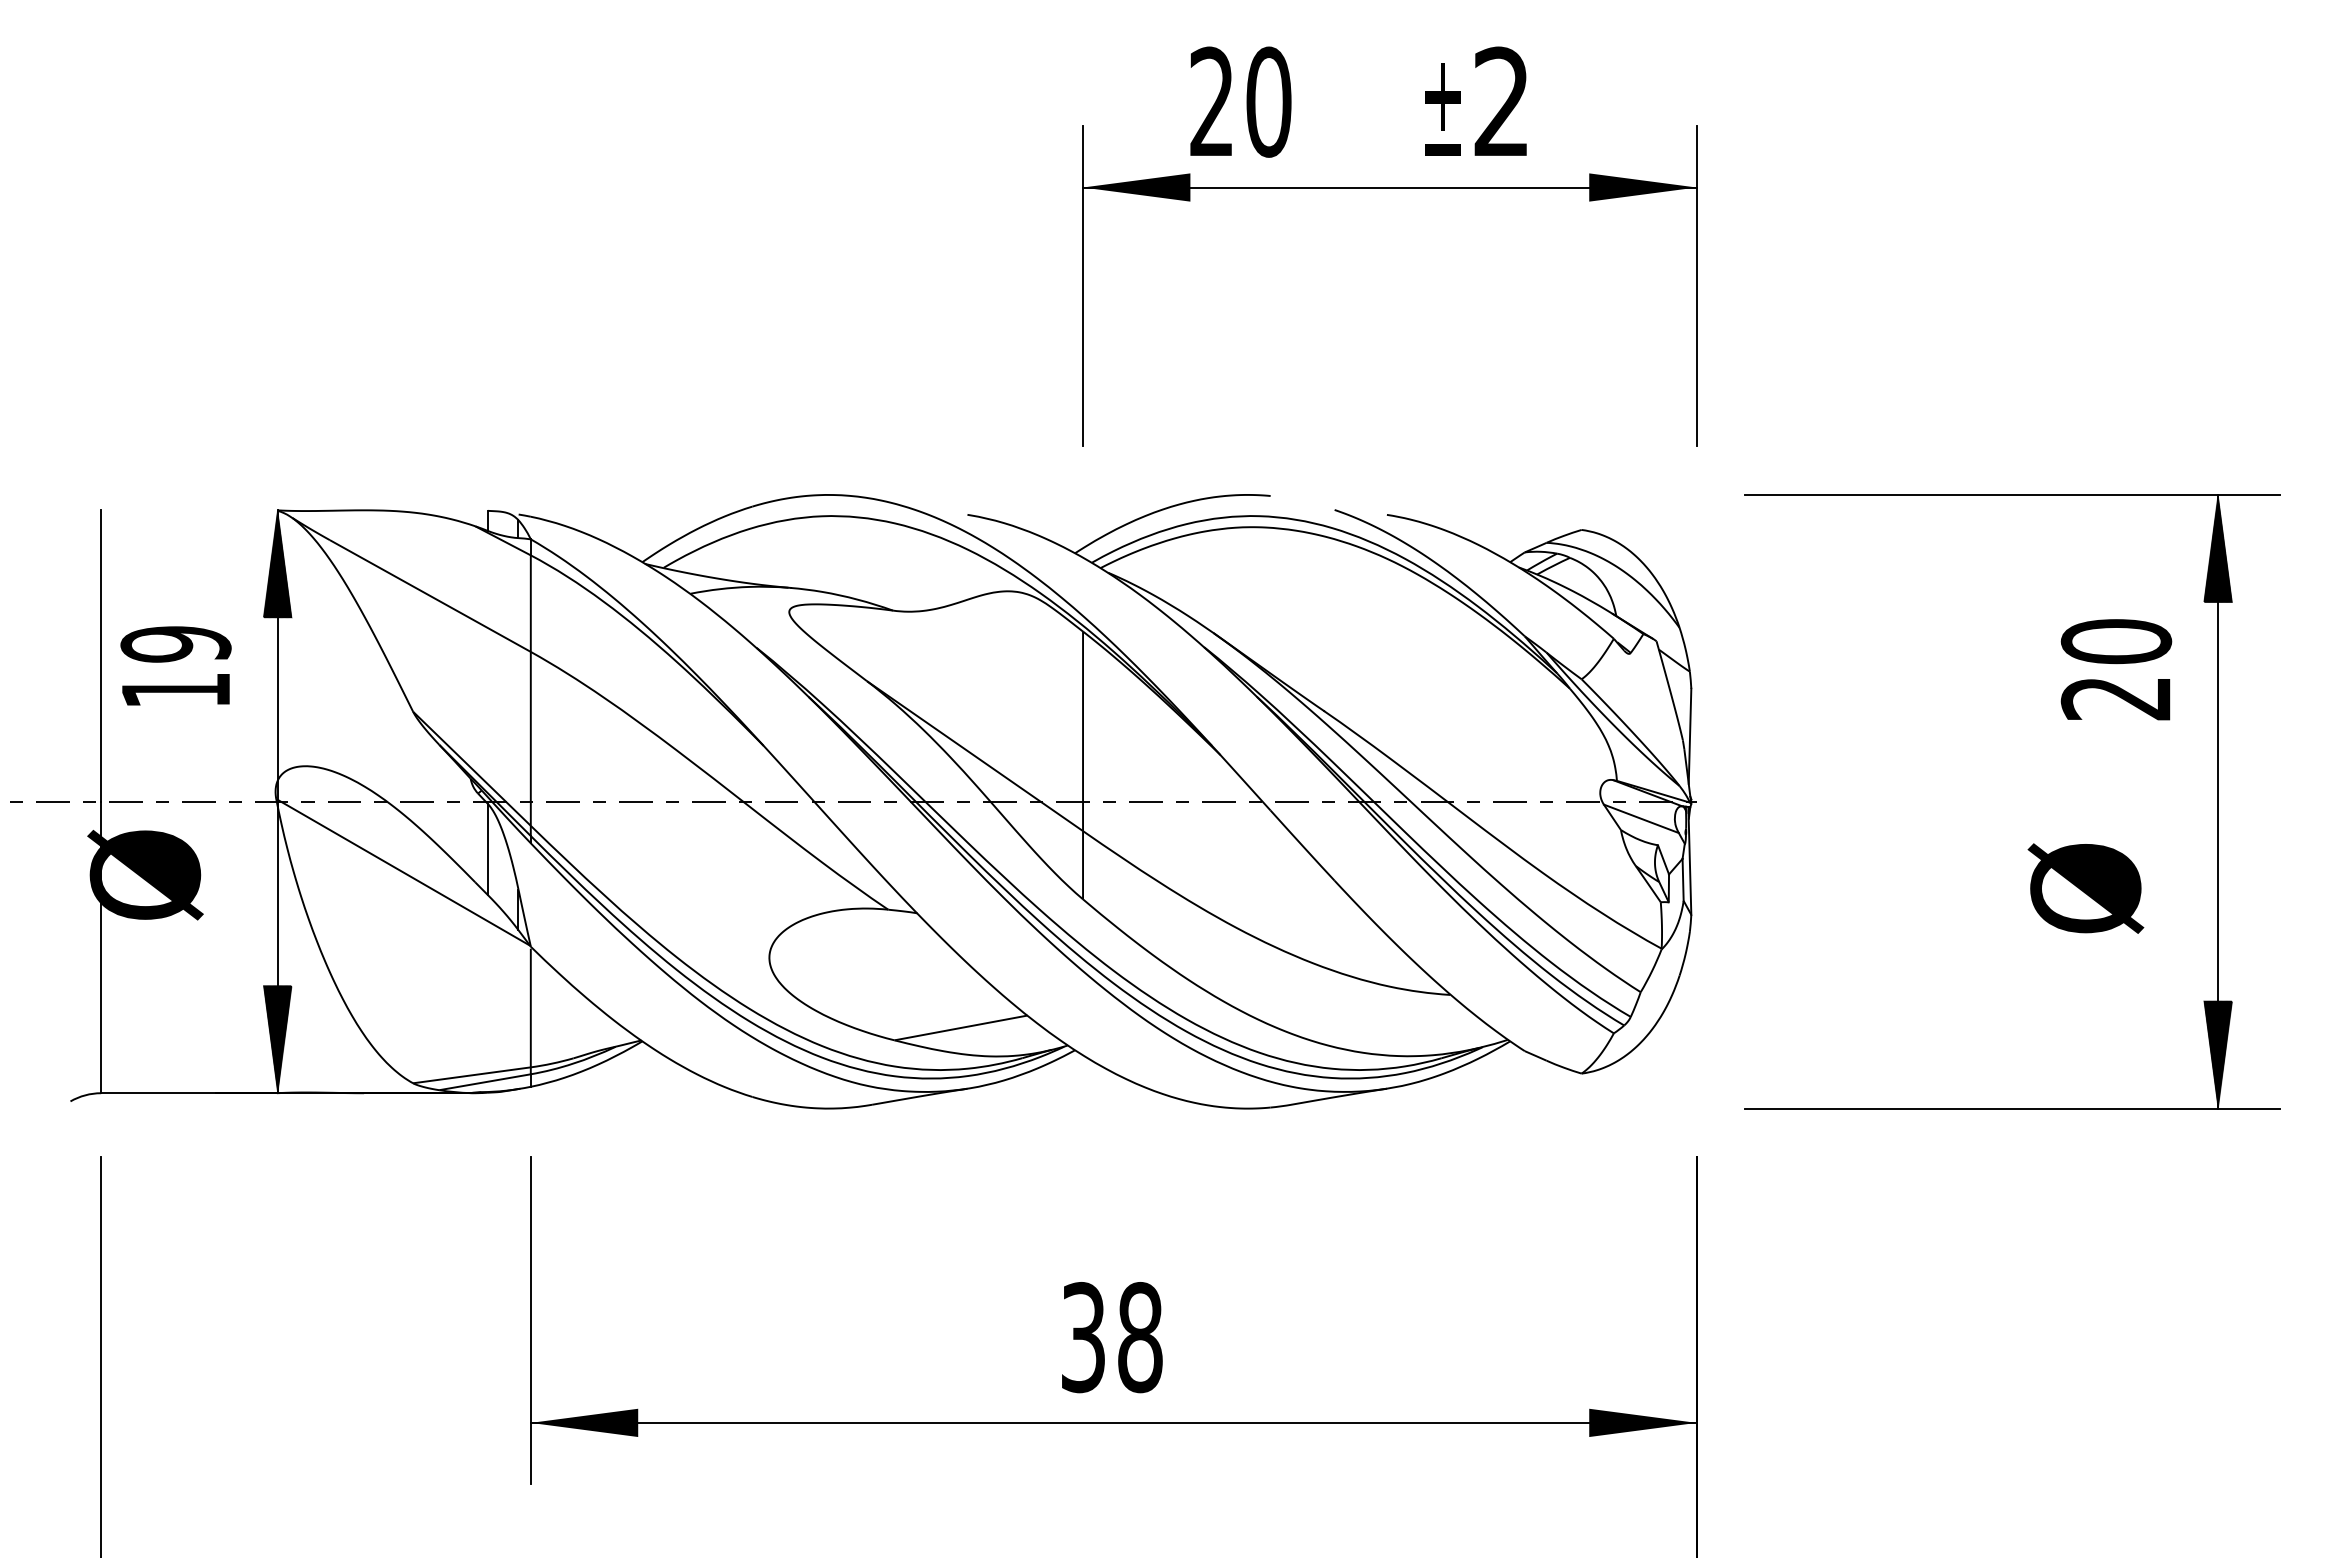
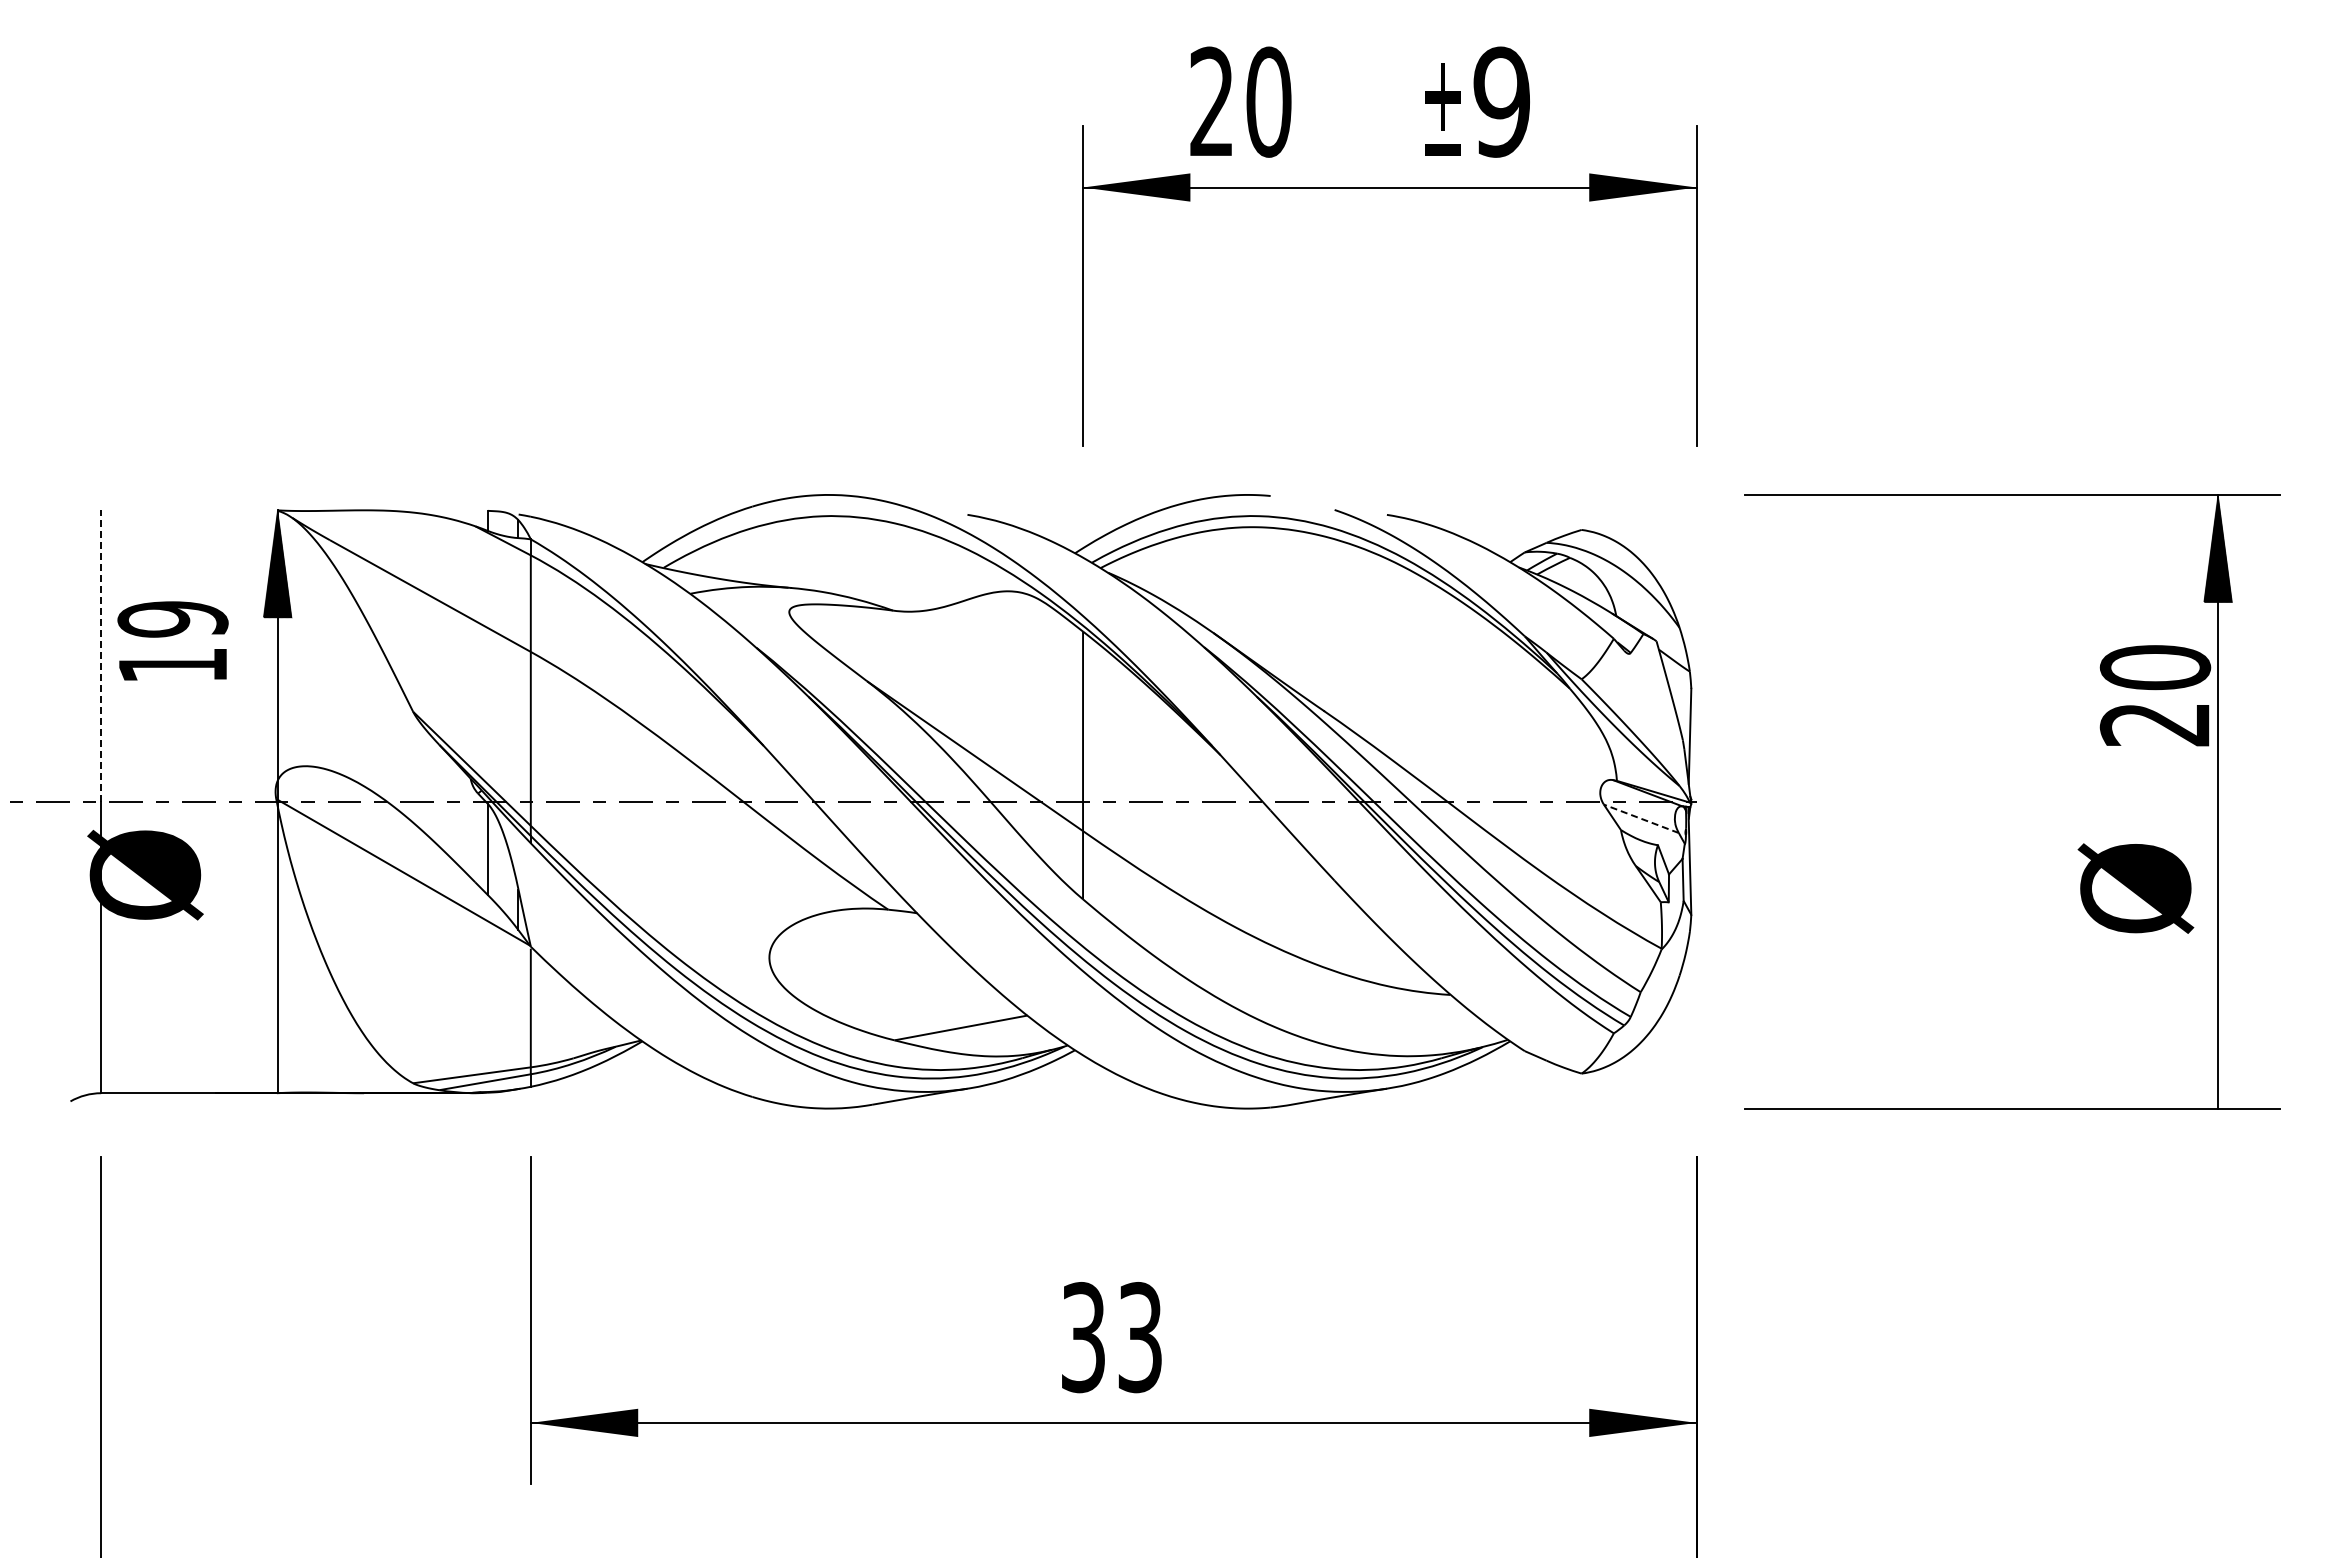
text at (1501, 101): 2 -> 9
line at (101, 656): solid -> dashed
text at (175, 665) position: (175, 665) -> (172, 640)
text at (2116, 669) position: (2116, 669) -> (2155, 695)
line at (1640, 818): solid -> dashed
text at (2085, 888) position: (2085, 888) -> (2135, 888)
hatch at (277, 1038): present -> none
hatch at (2218, 1054): present -> none
text at (1140, 1337): 38 -> 33
